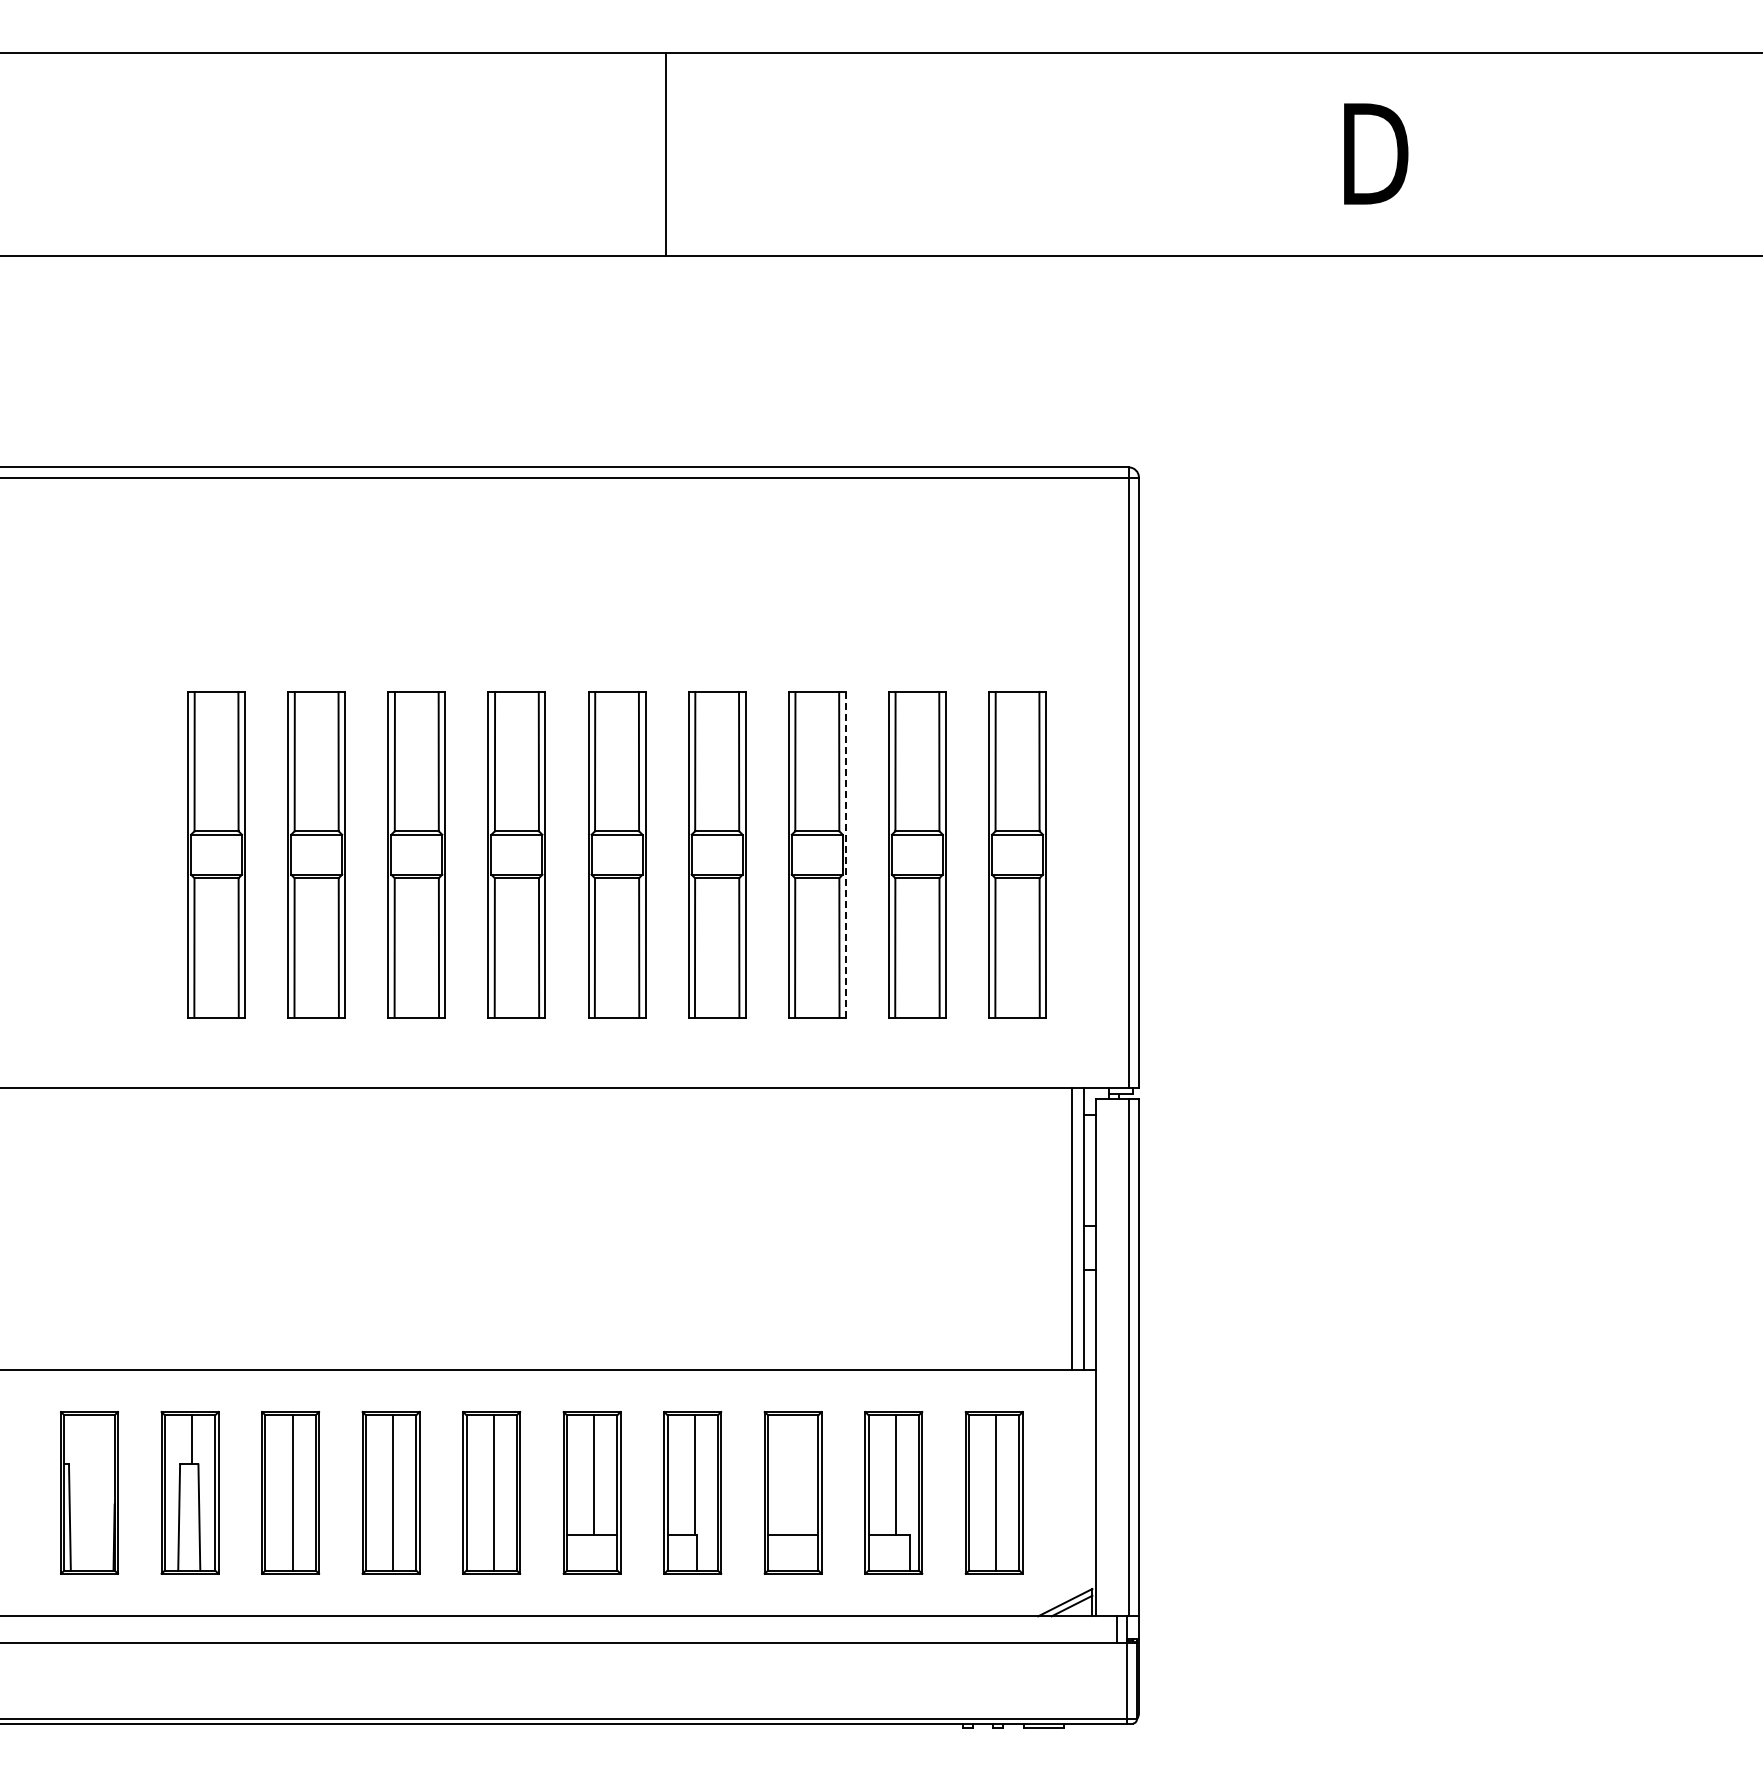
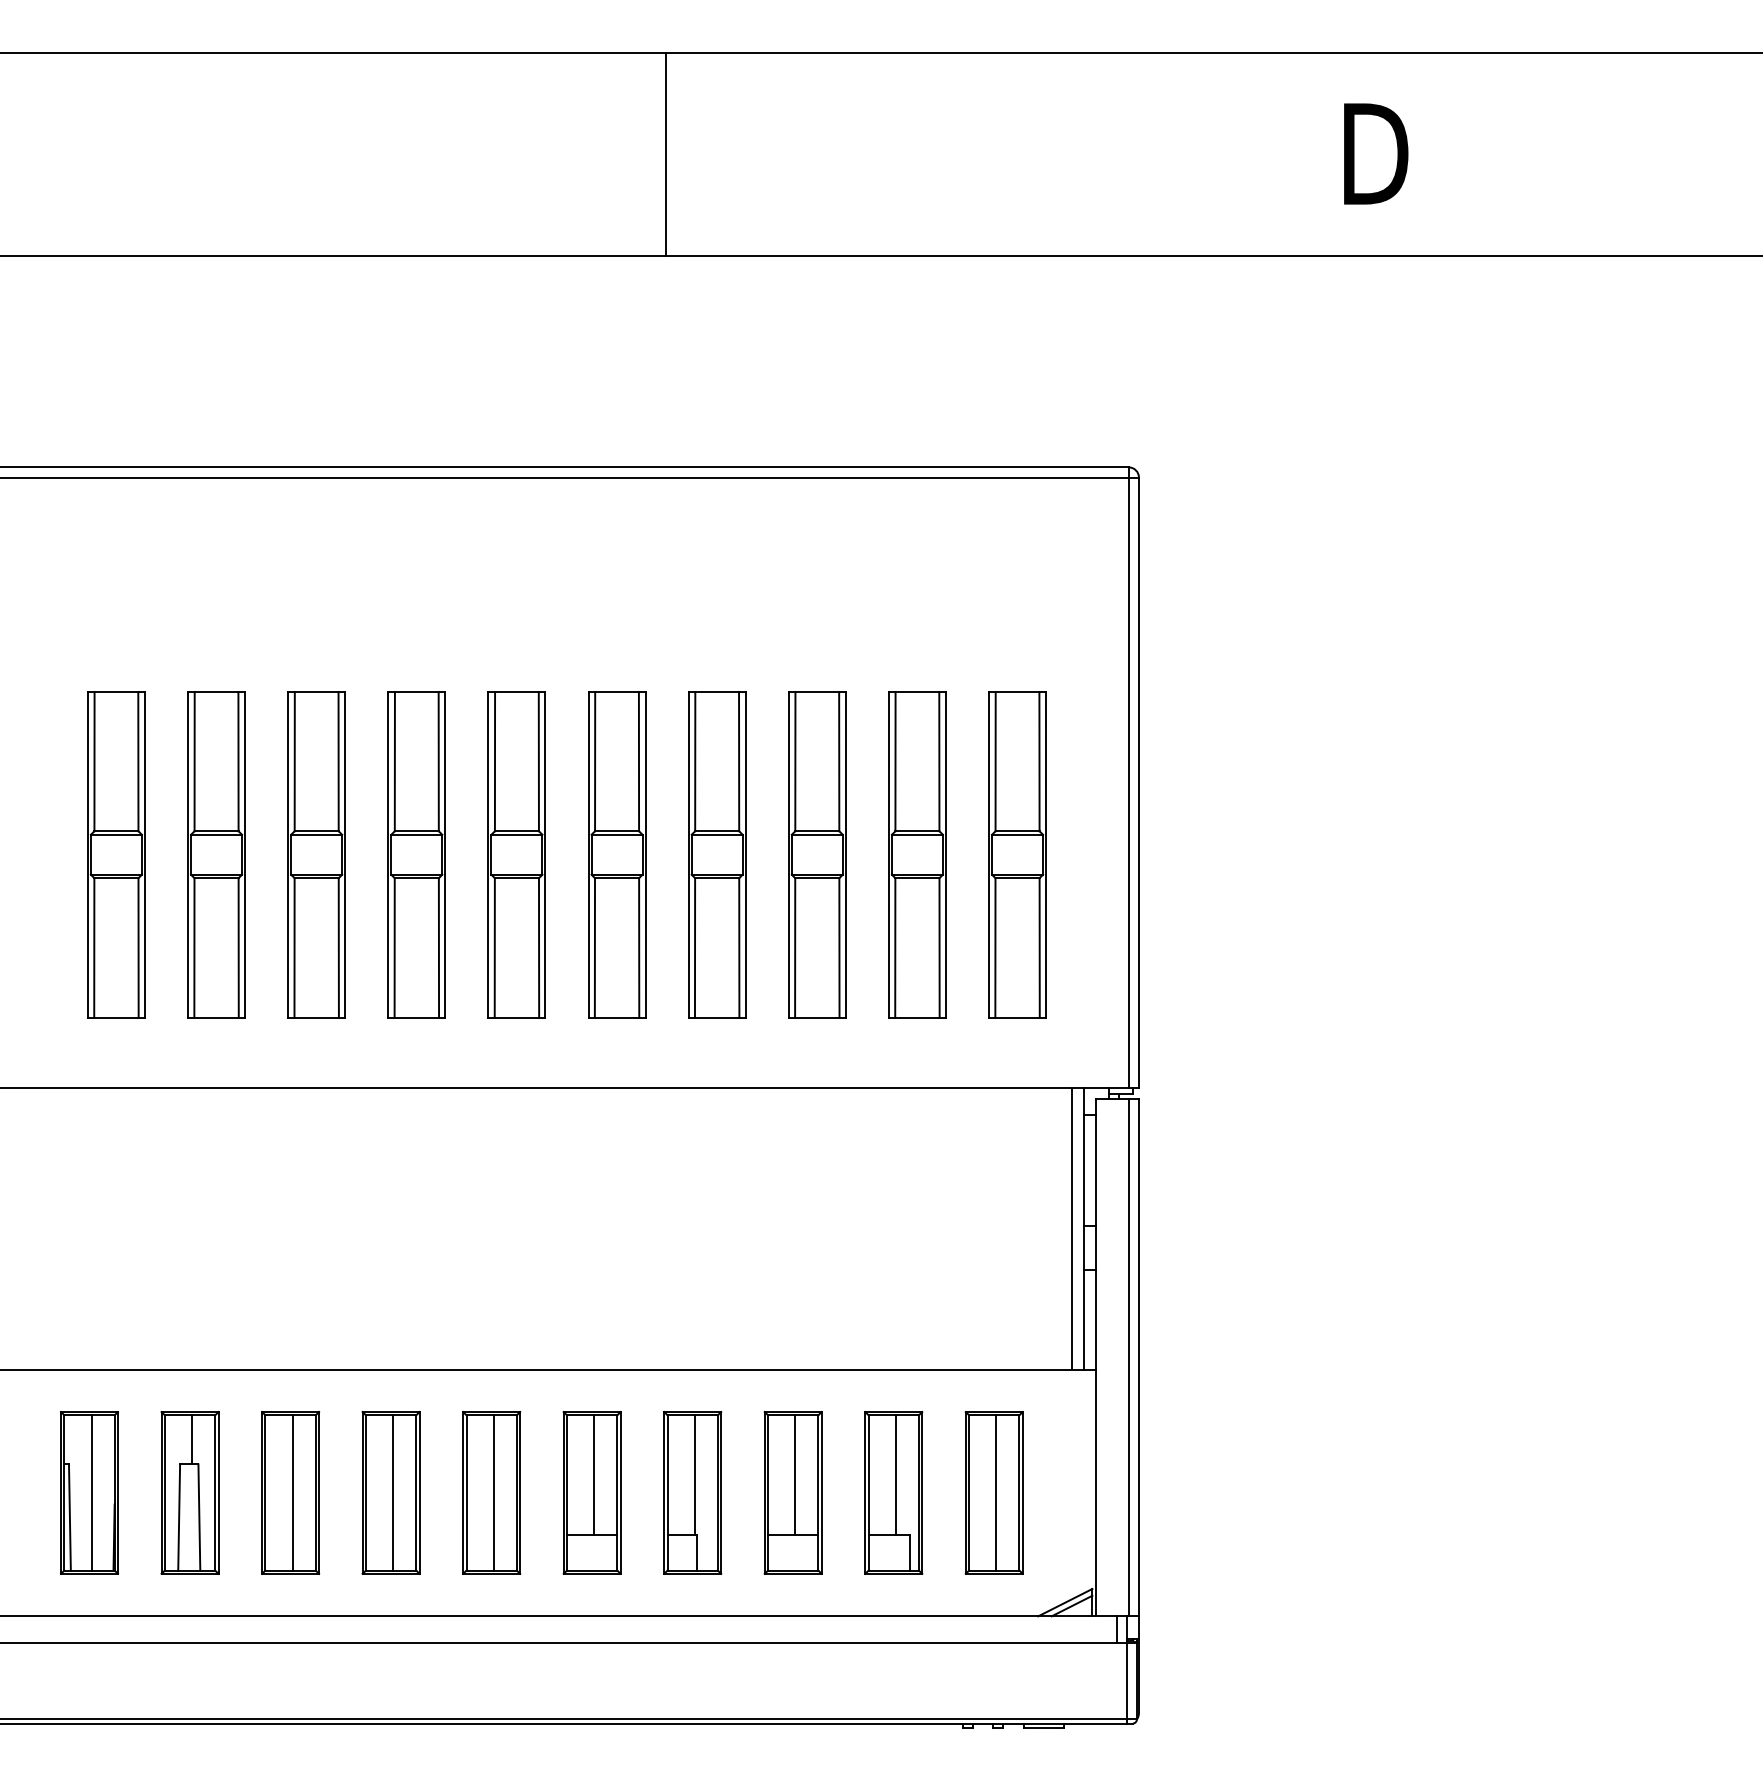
part at (116, 854): none -> present
line at (845, 854): dashed -> solid
line at (795, 1475): none -> present
line at (91, 1492): none -> present
